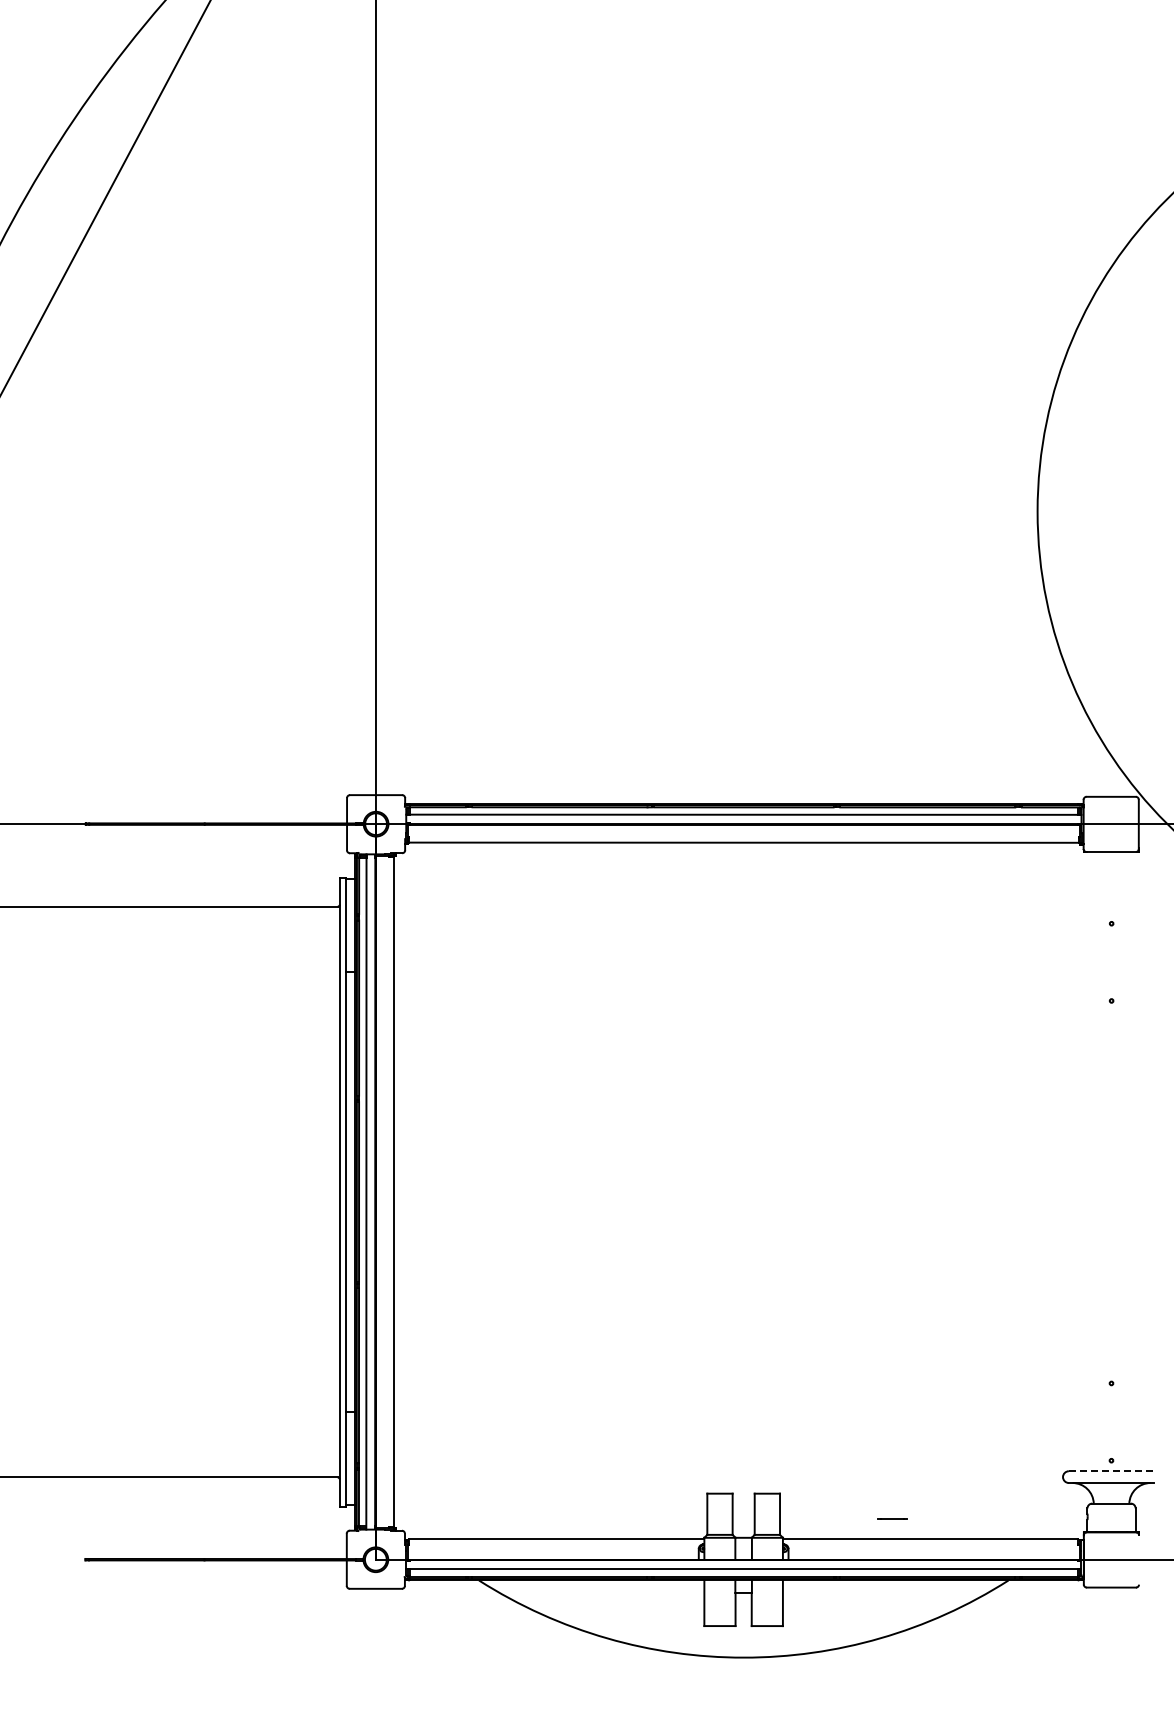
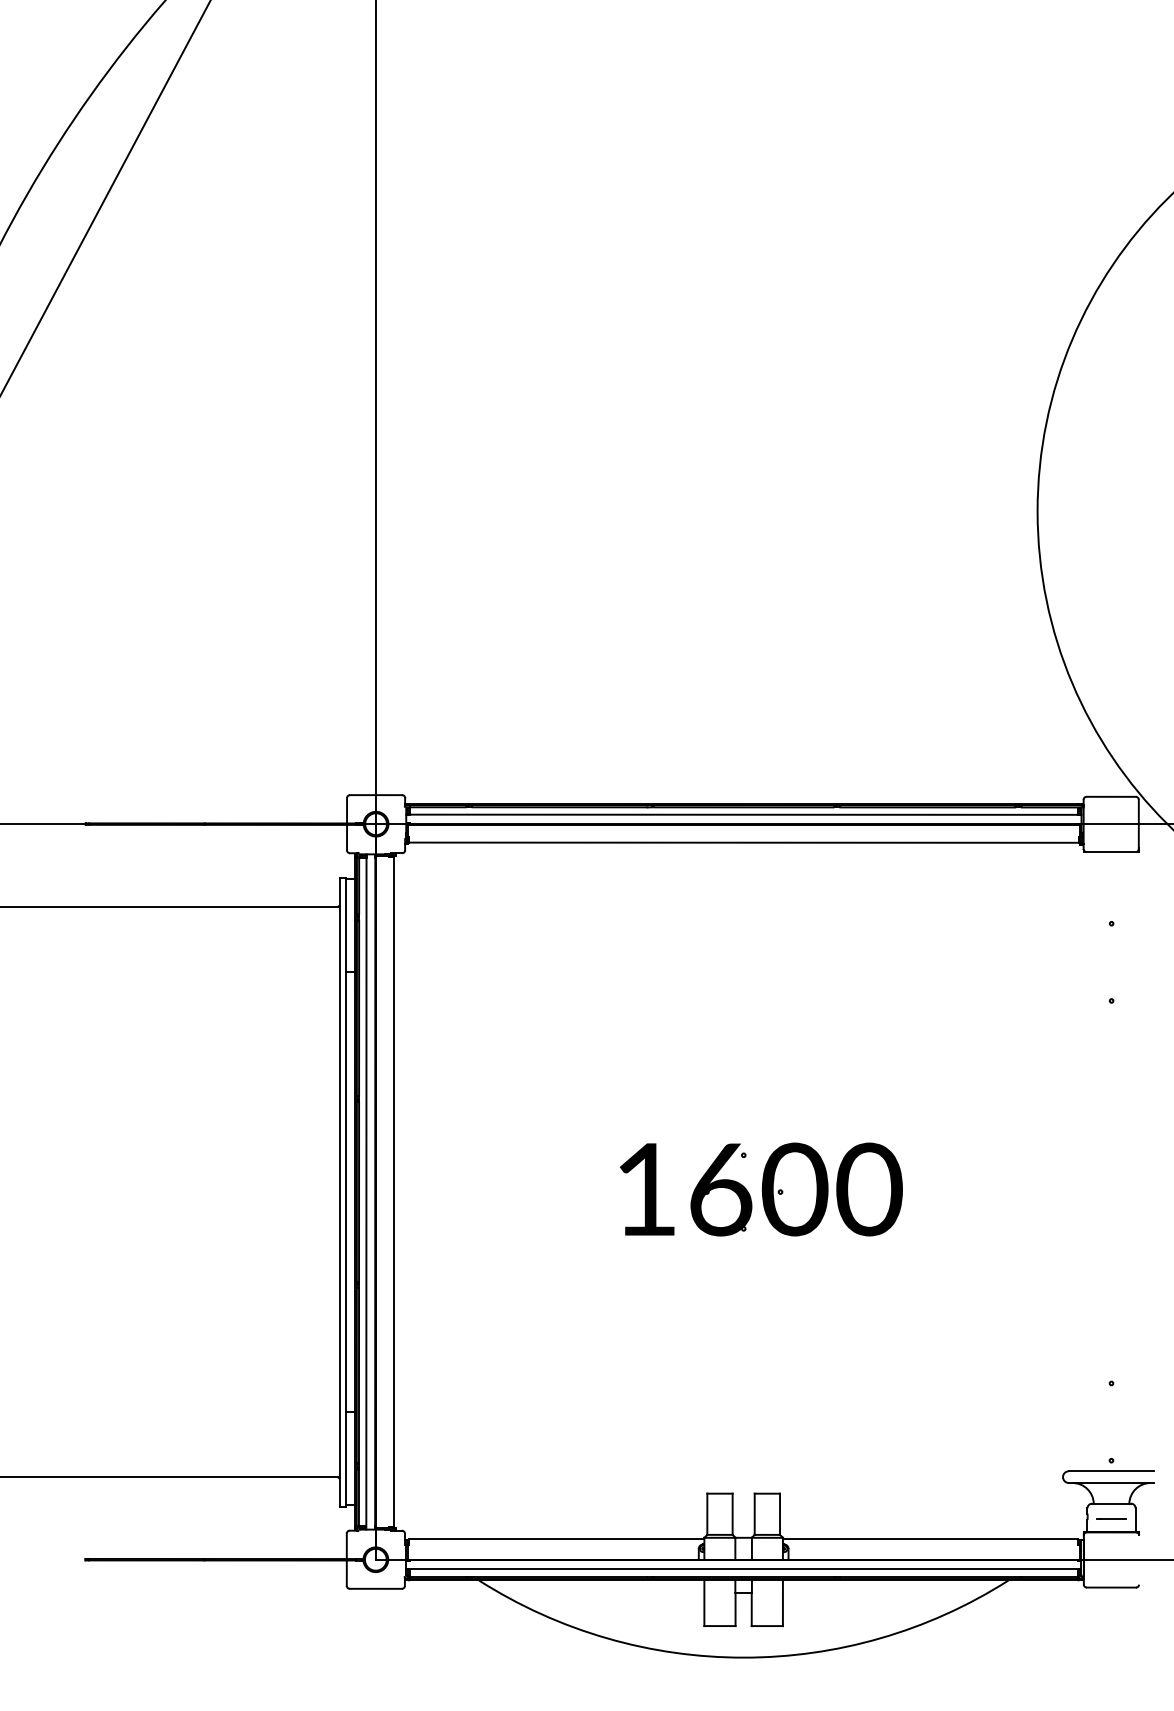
part at (761, 1189): none -> present
line at (1111, 1471): dashed -> solid
line at (892, 1518) position: (892, 1518) -> (1111, 1518)
